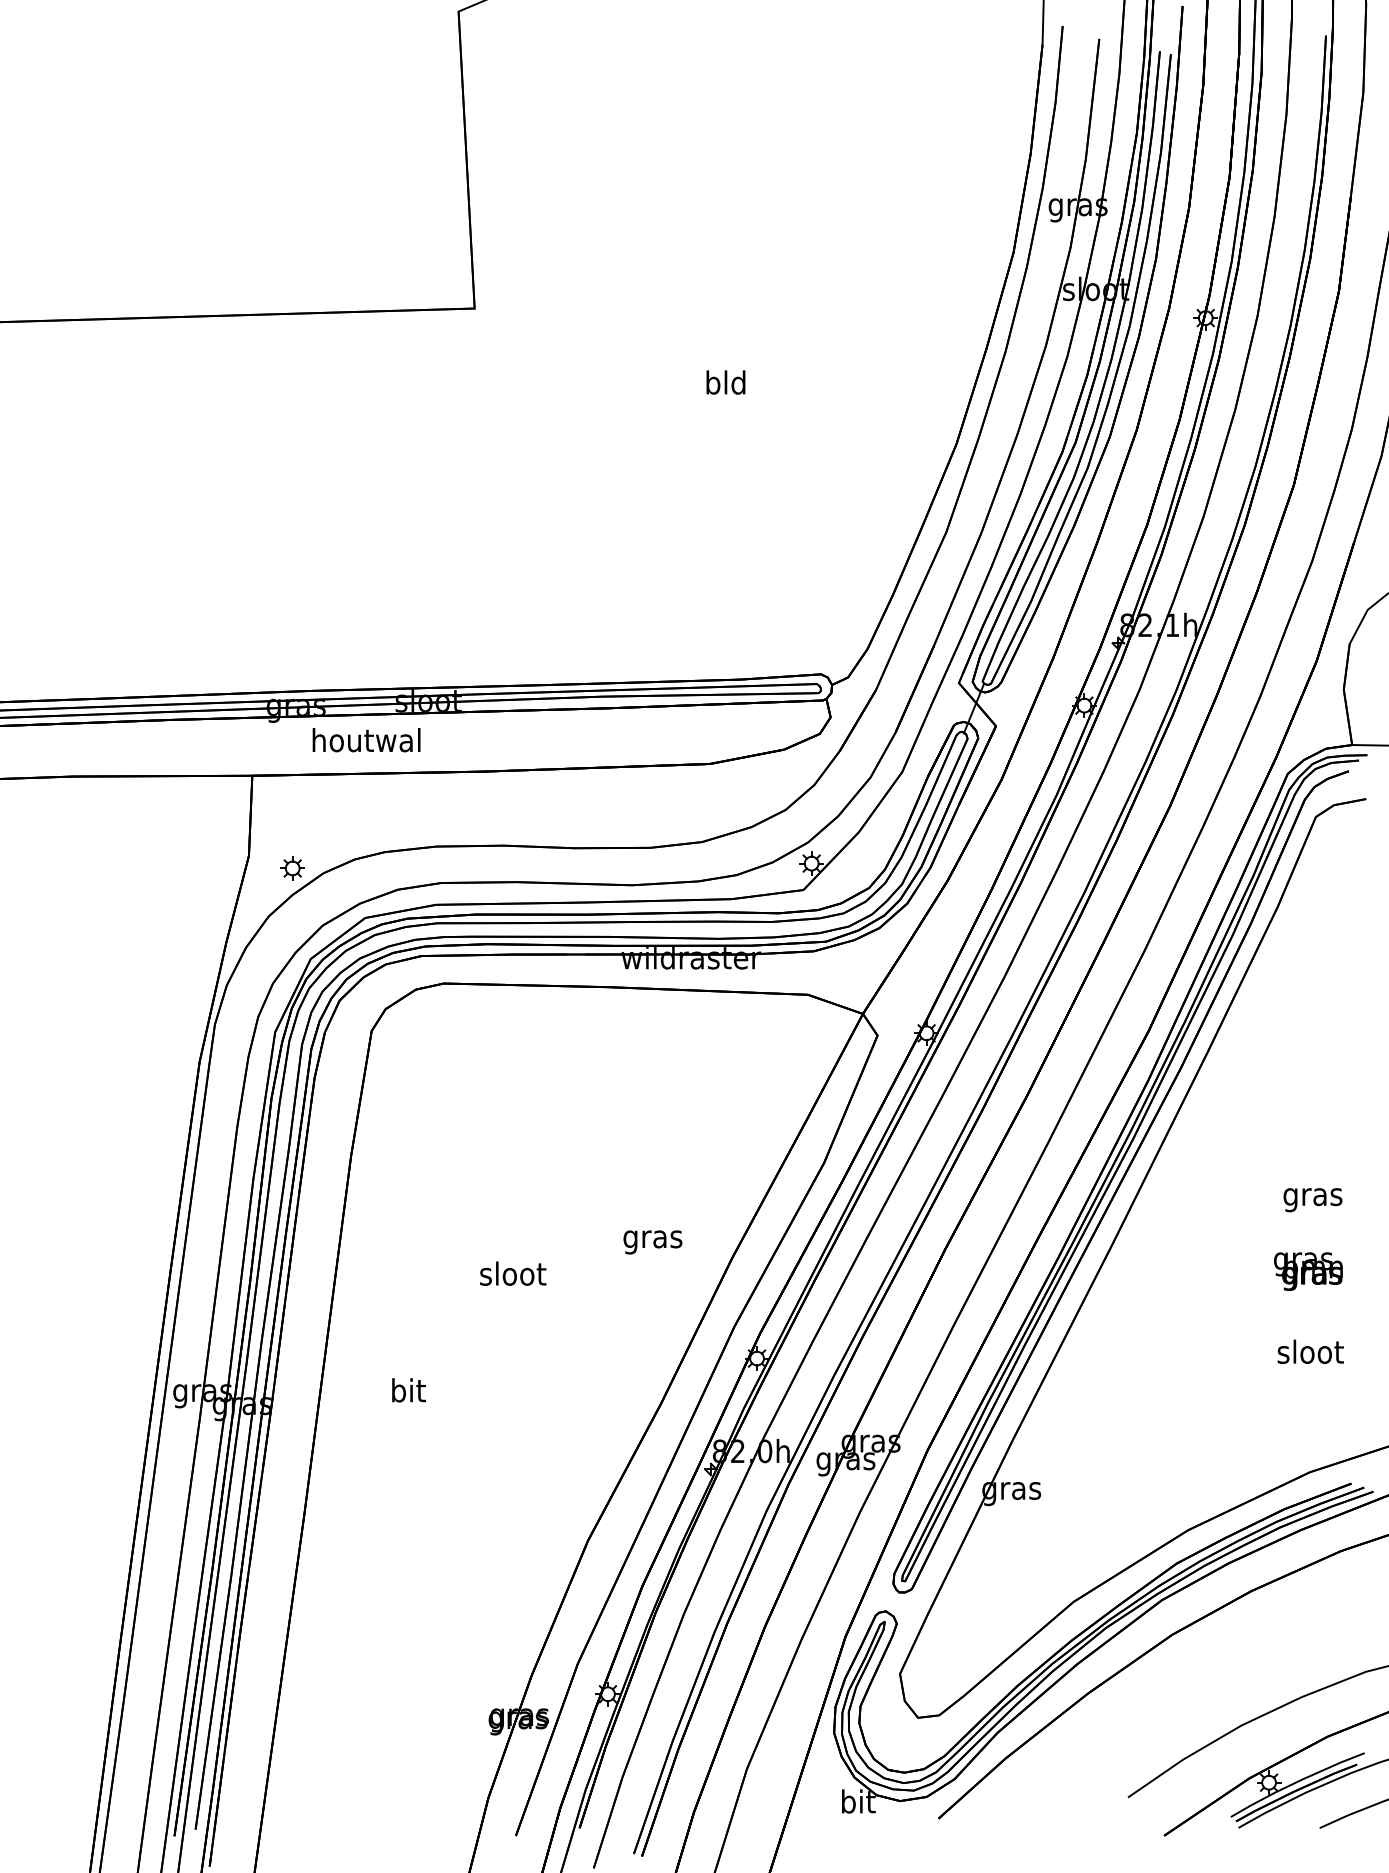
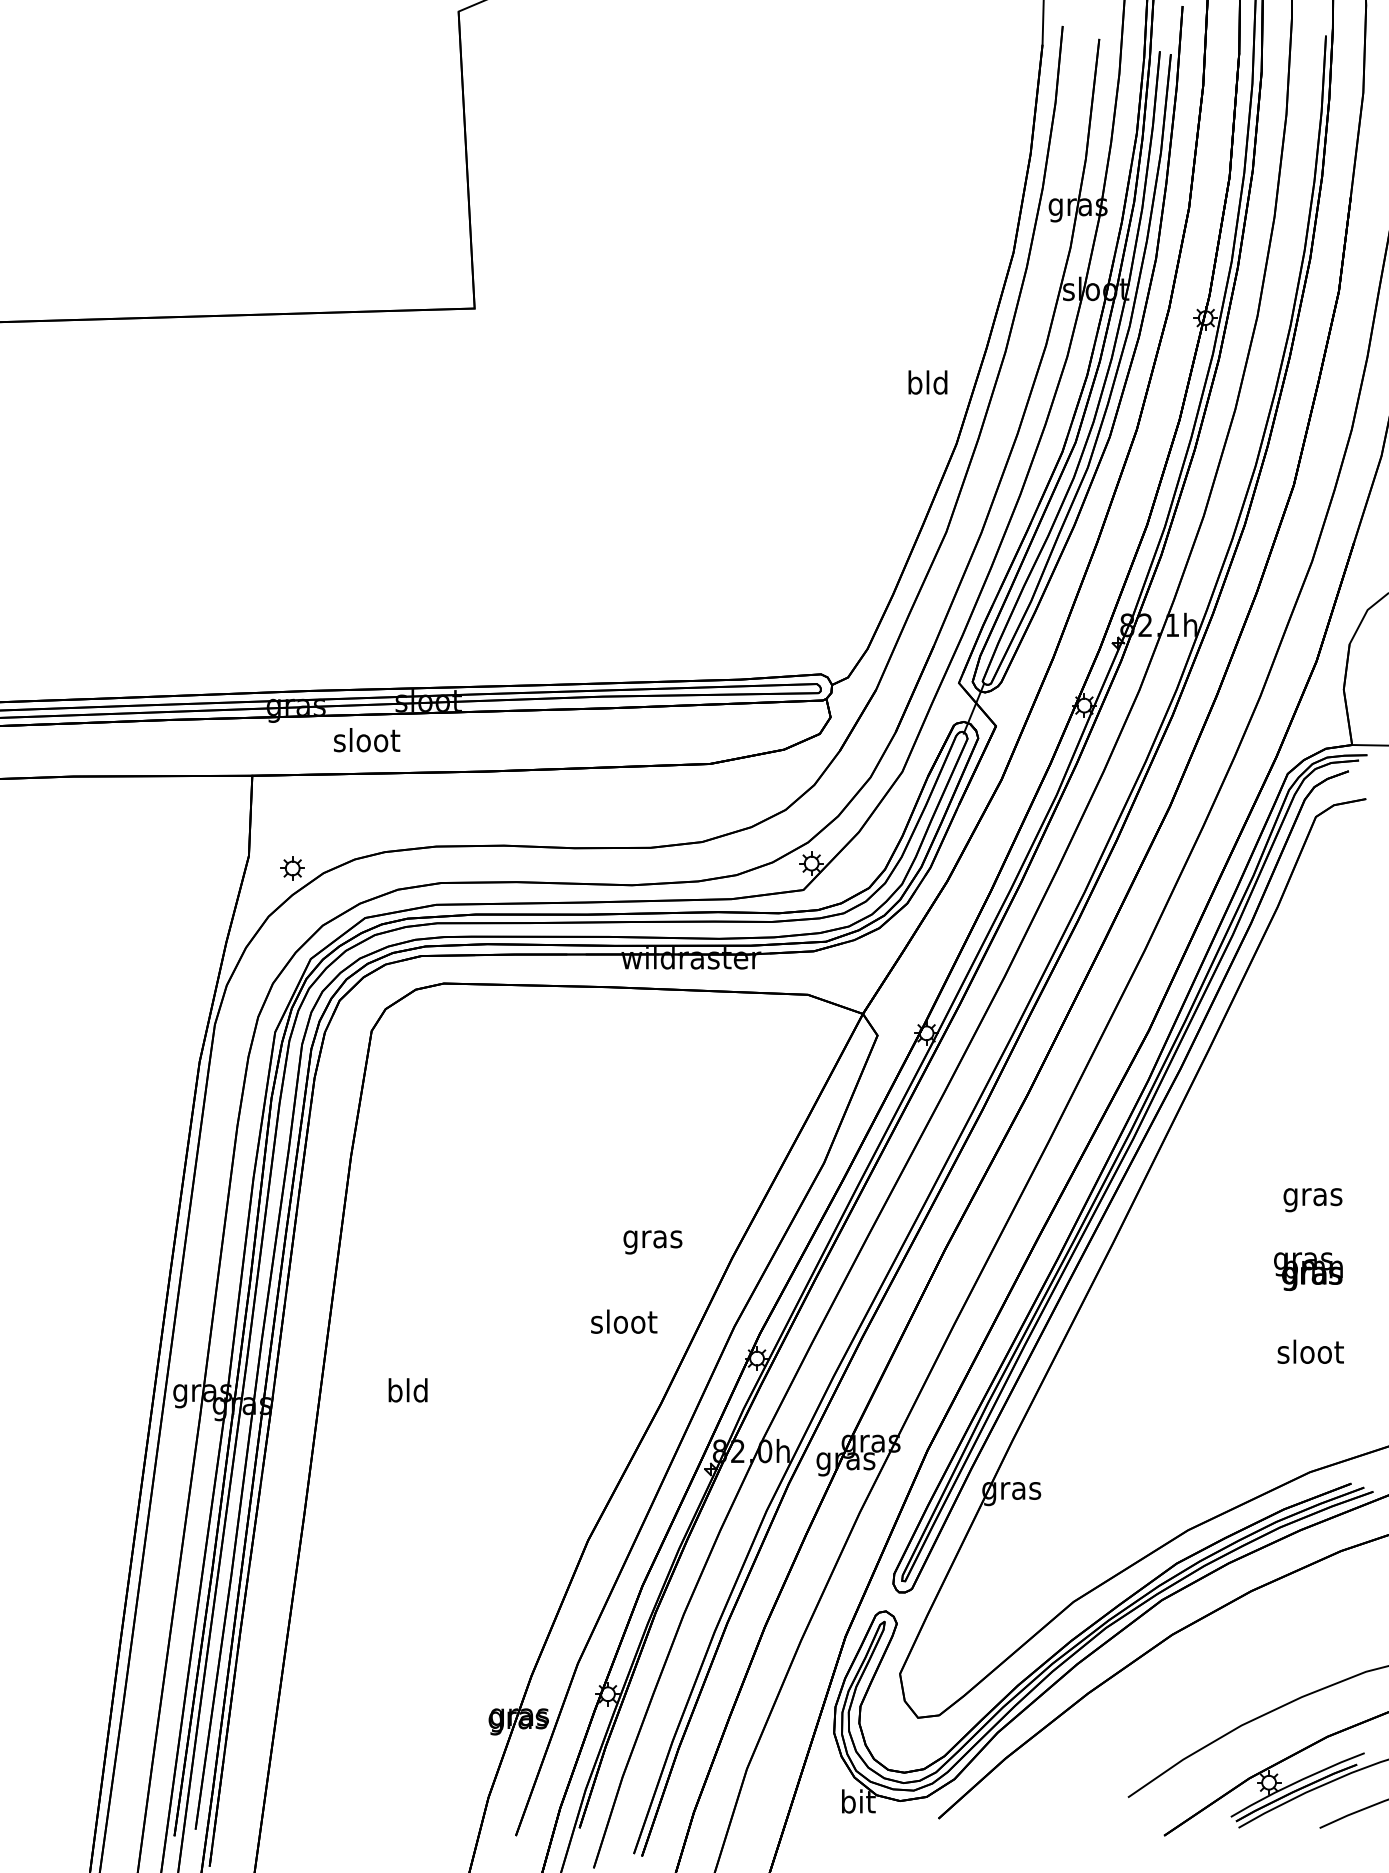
text at (725, 382) position: (725, 382) -> (927, 382)
text at (366, 740): houtwal -> sloot
text at (513, 1273) position: (513, 1273) -> (624, 1321)
text at (407, 1390): bit -> bld
